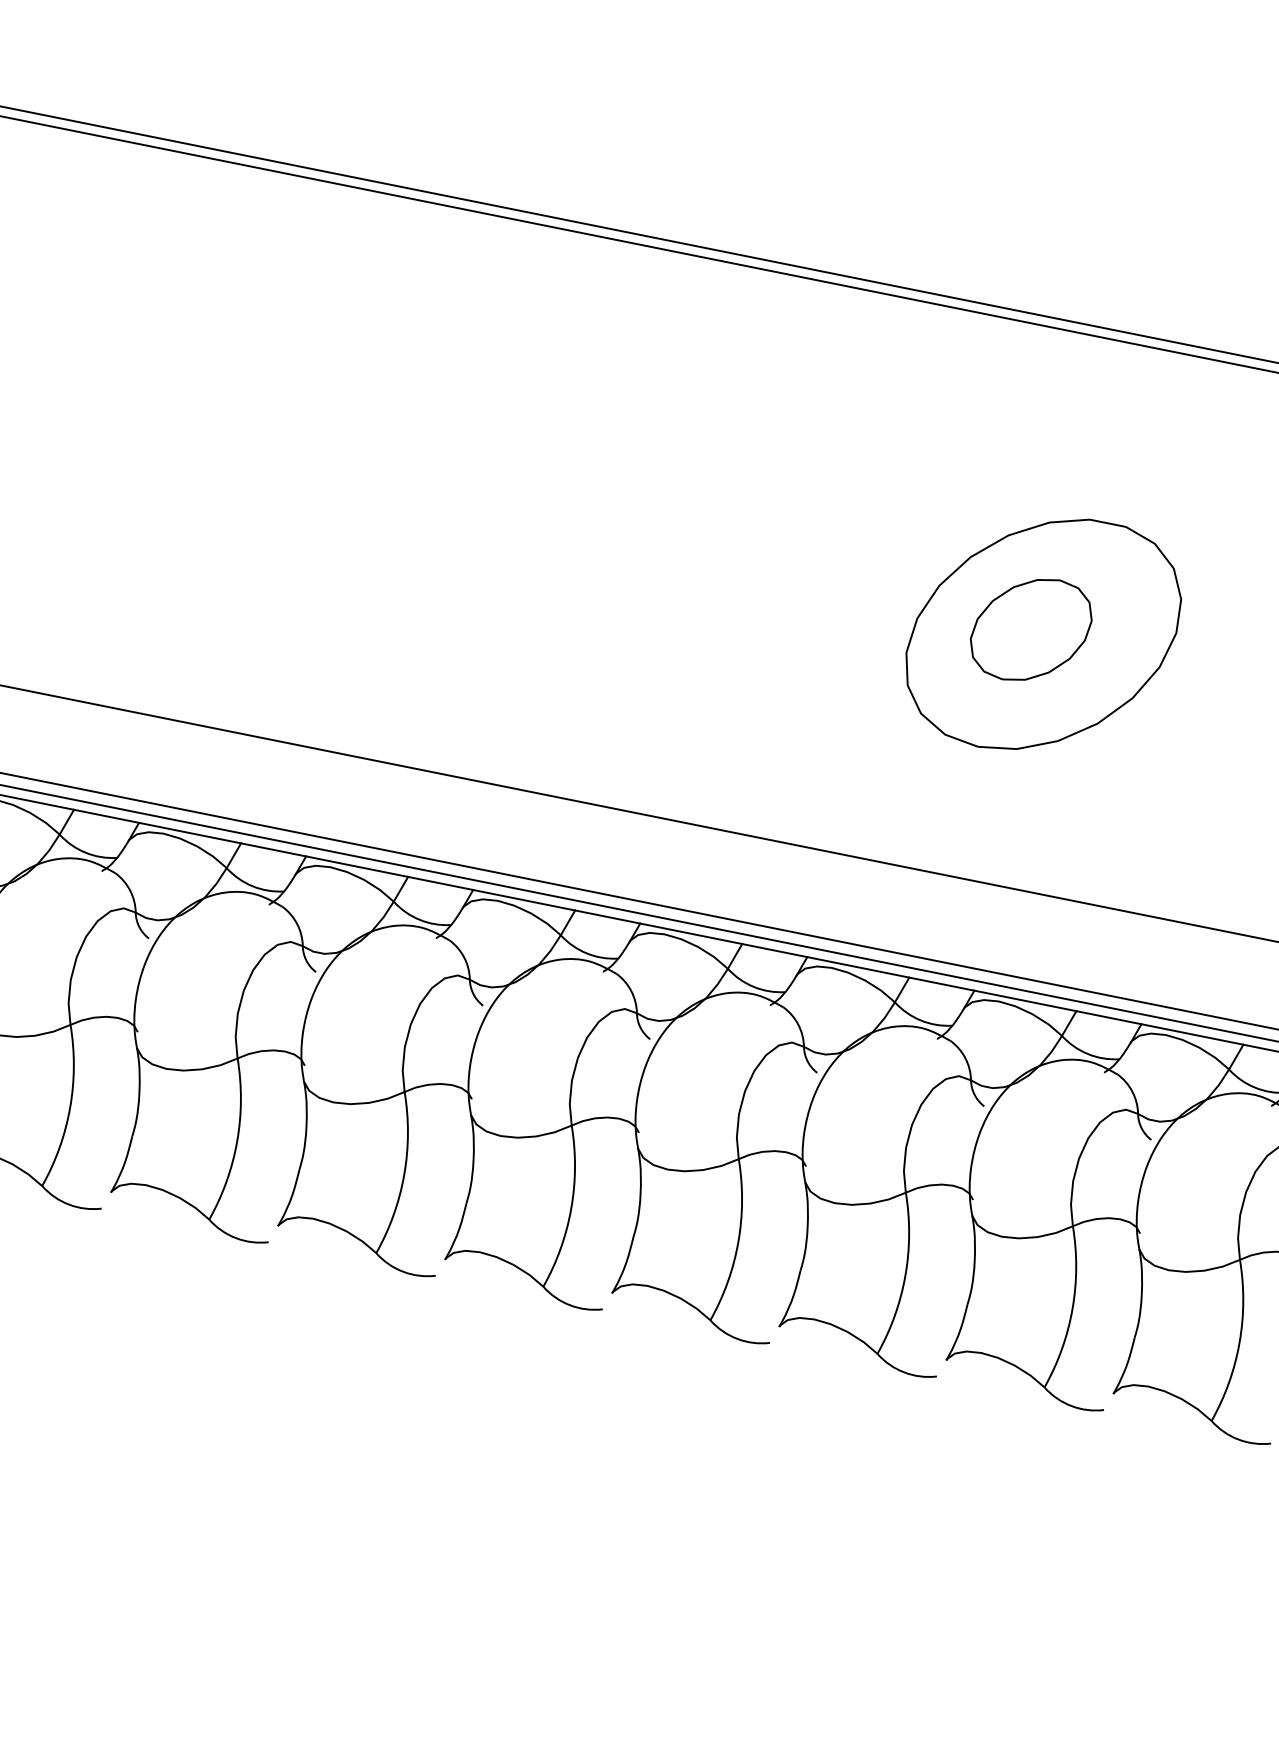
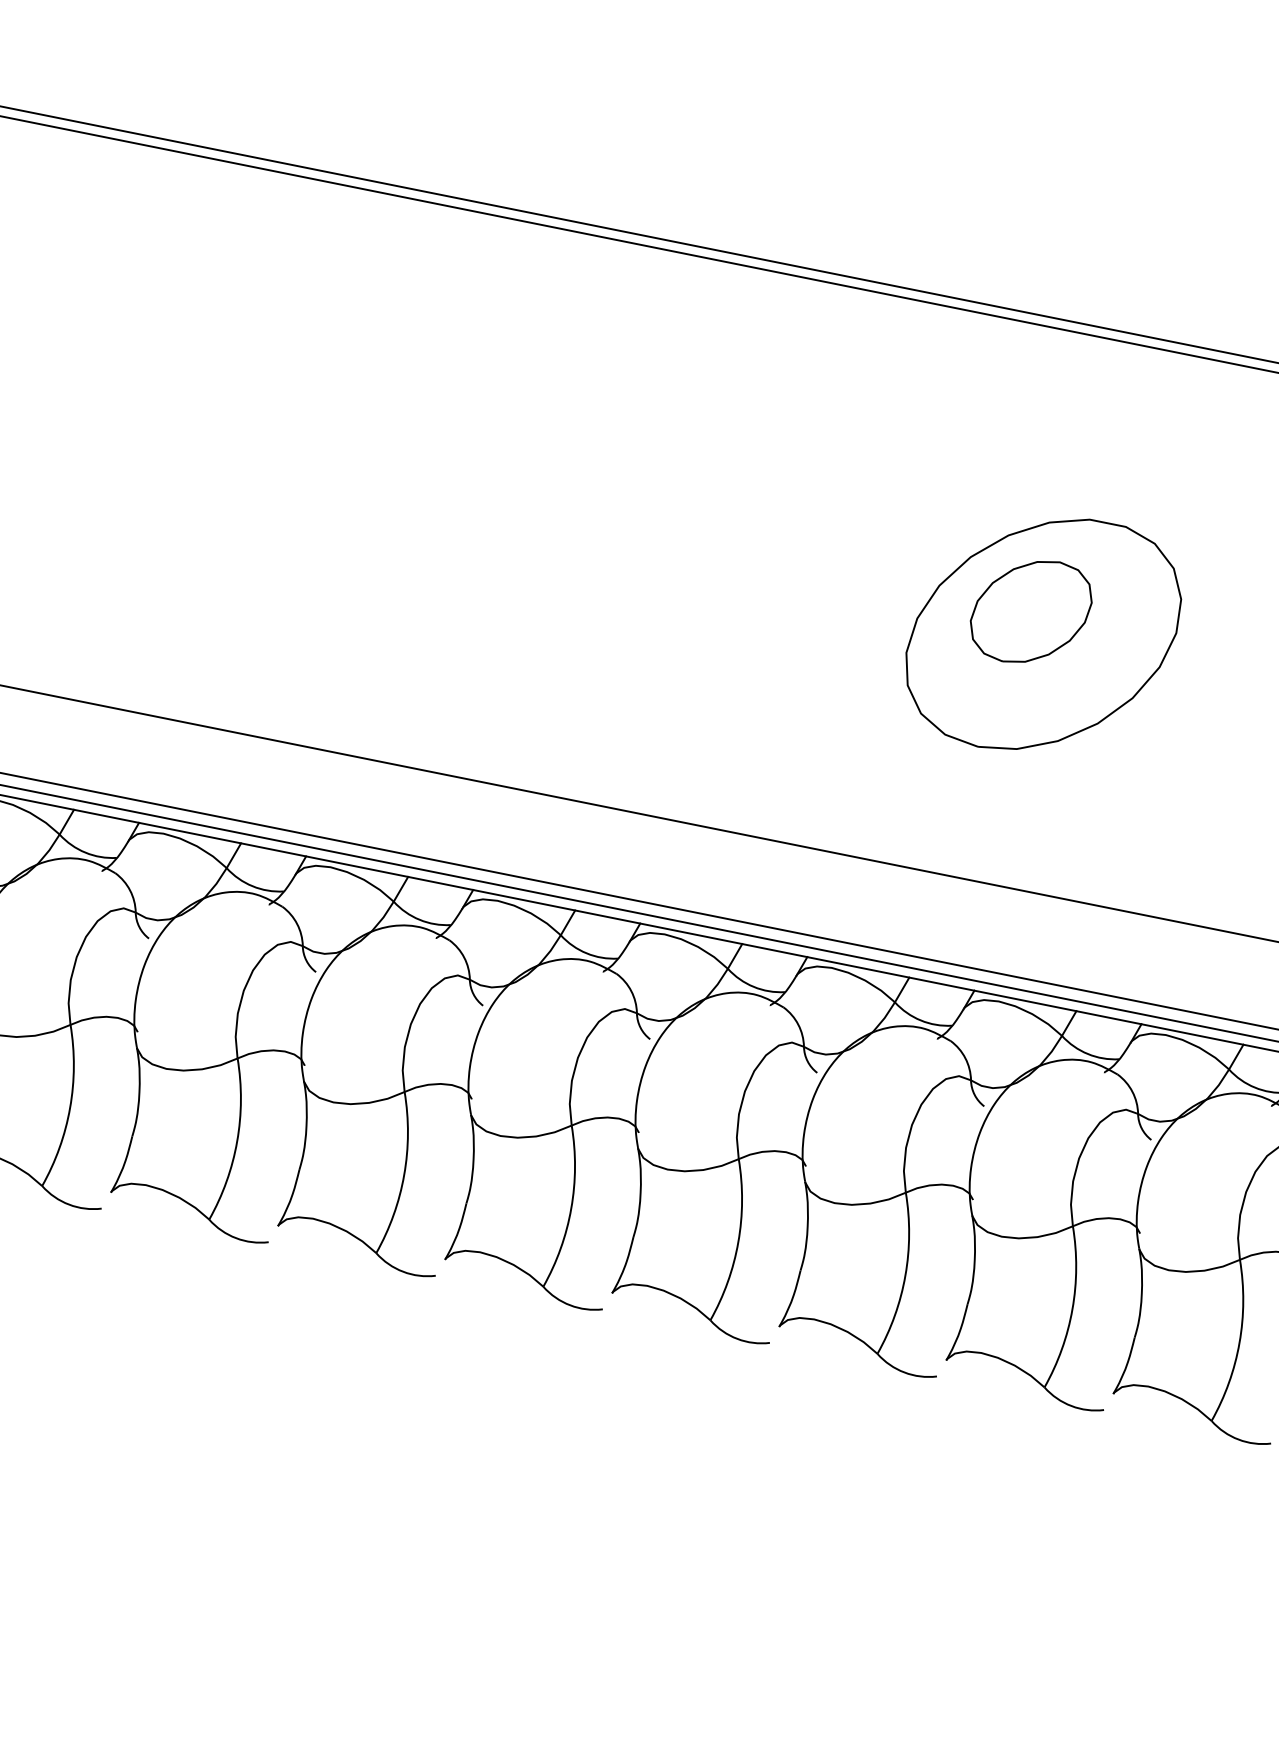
part at (1030, 629) position: (1030, 629) -> (1030, 611)
